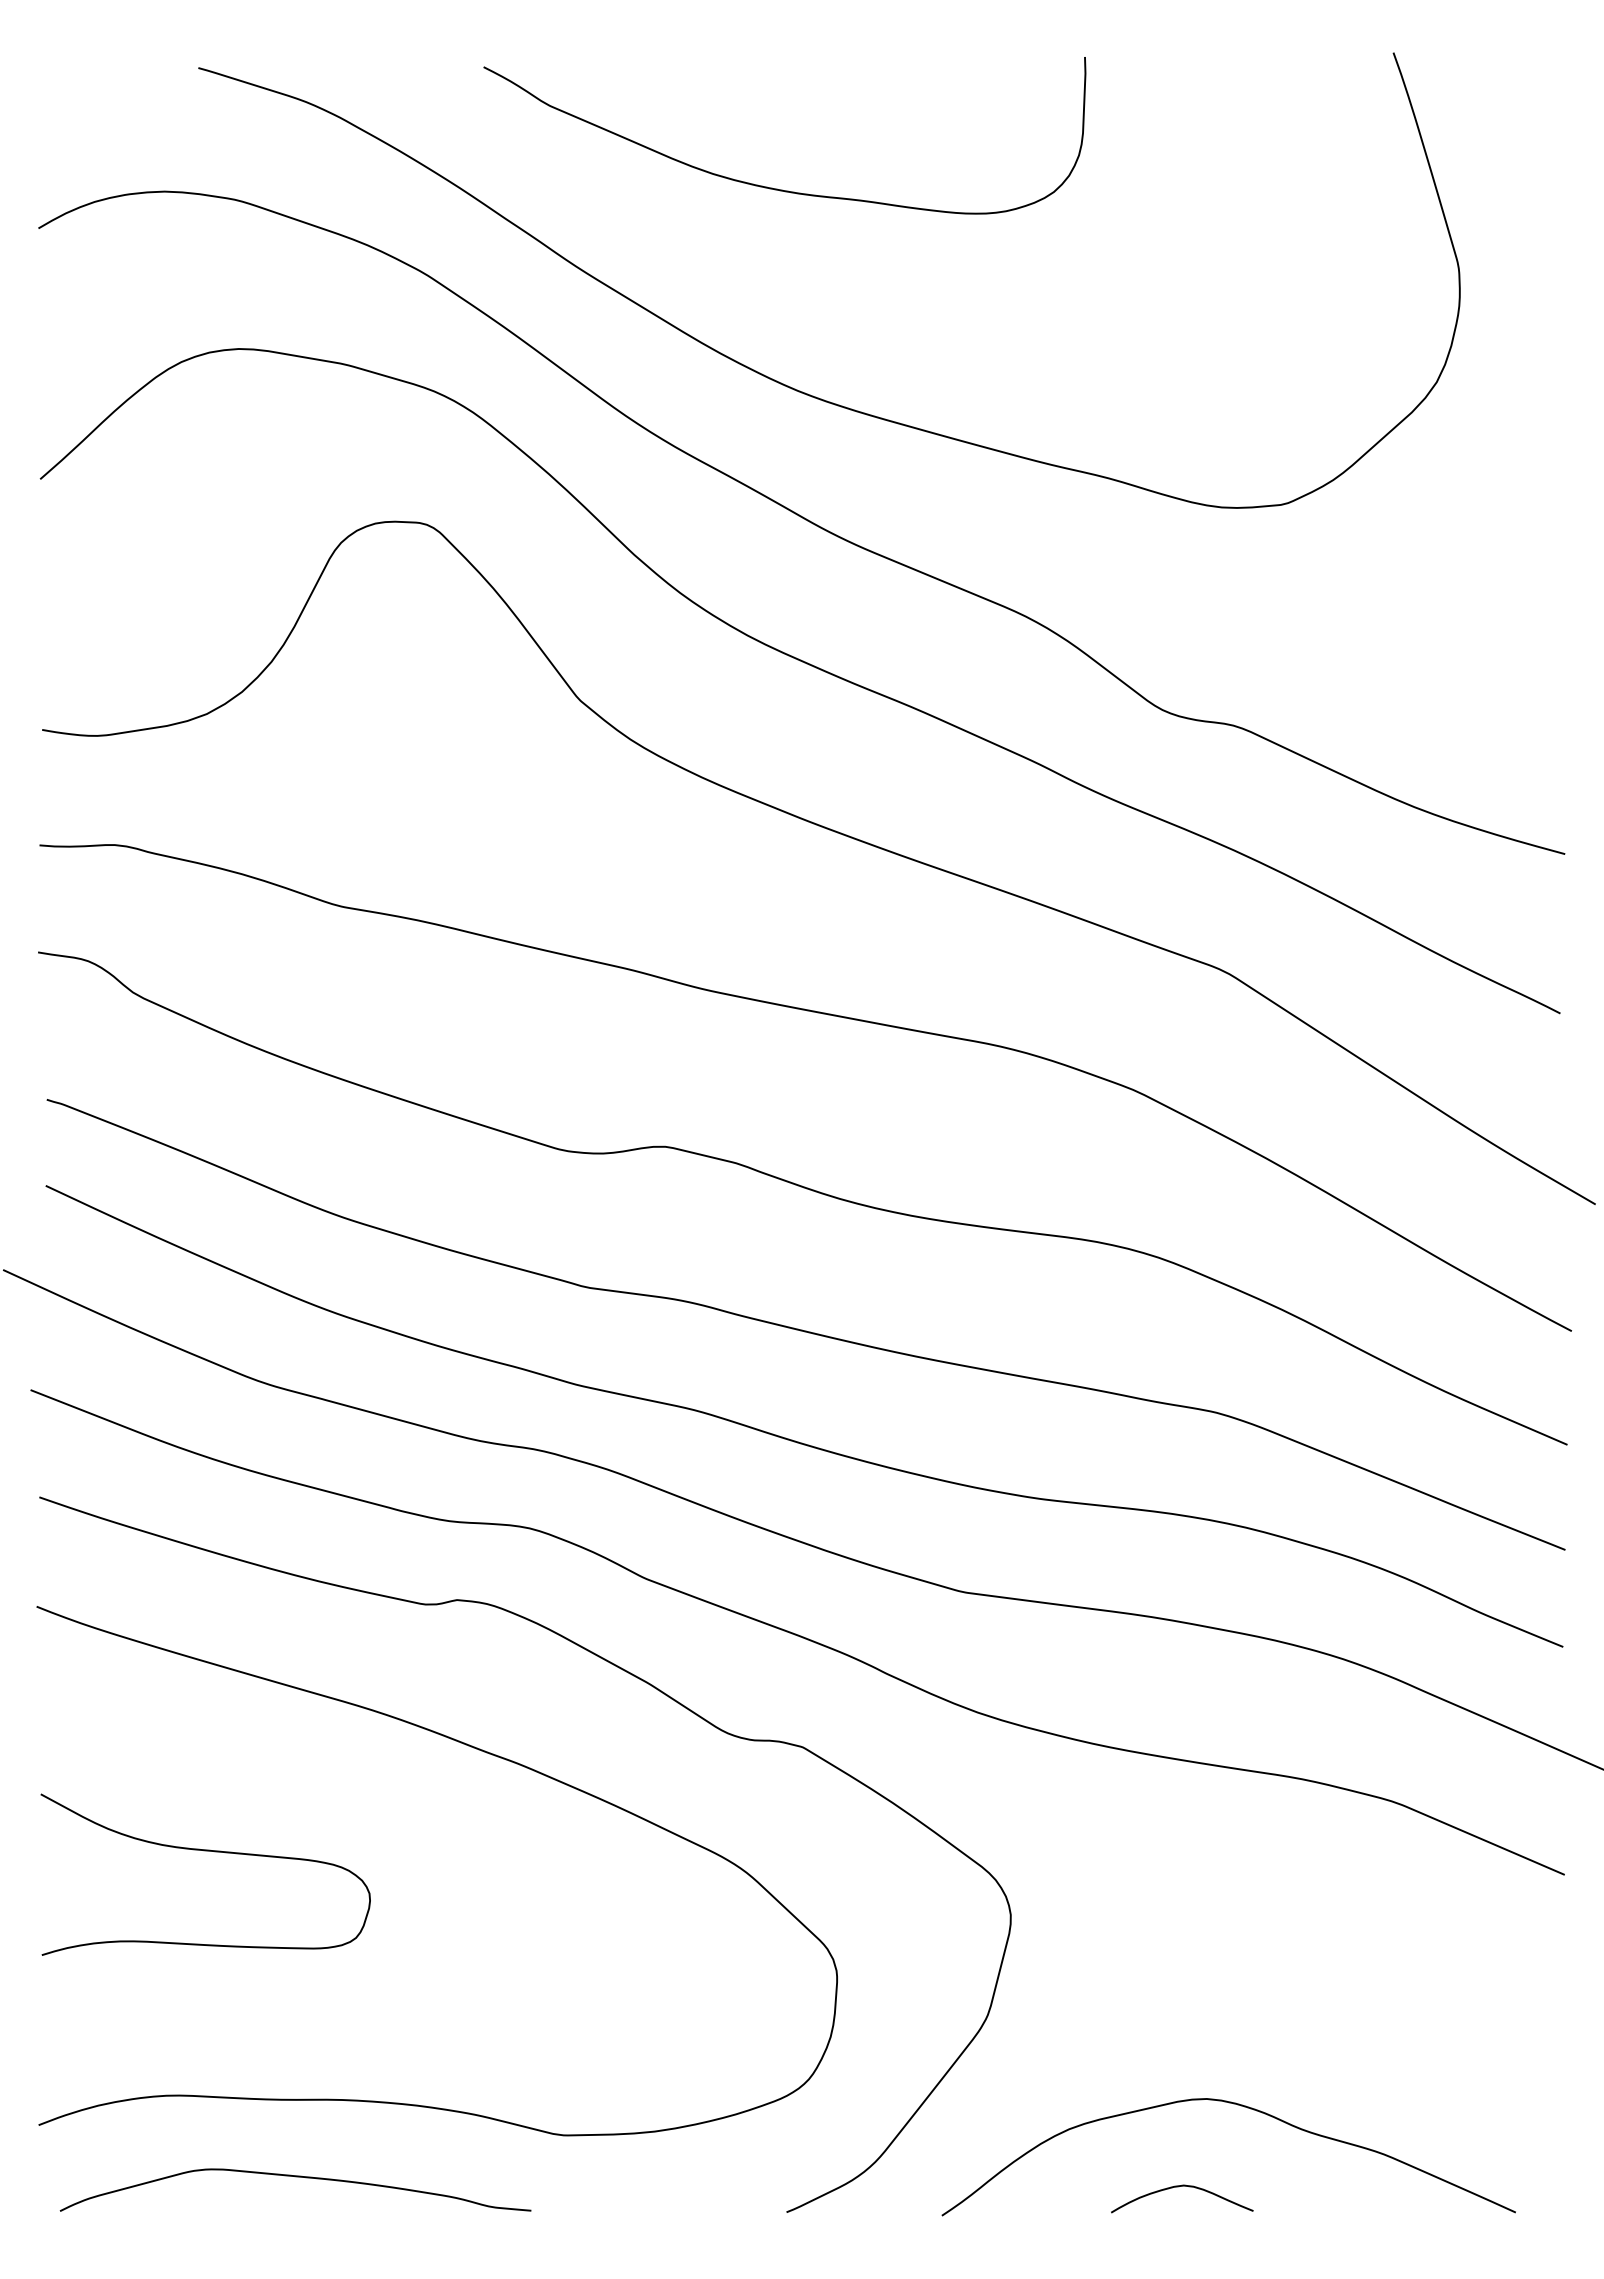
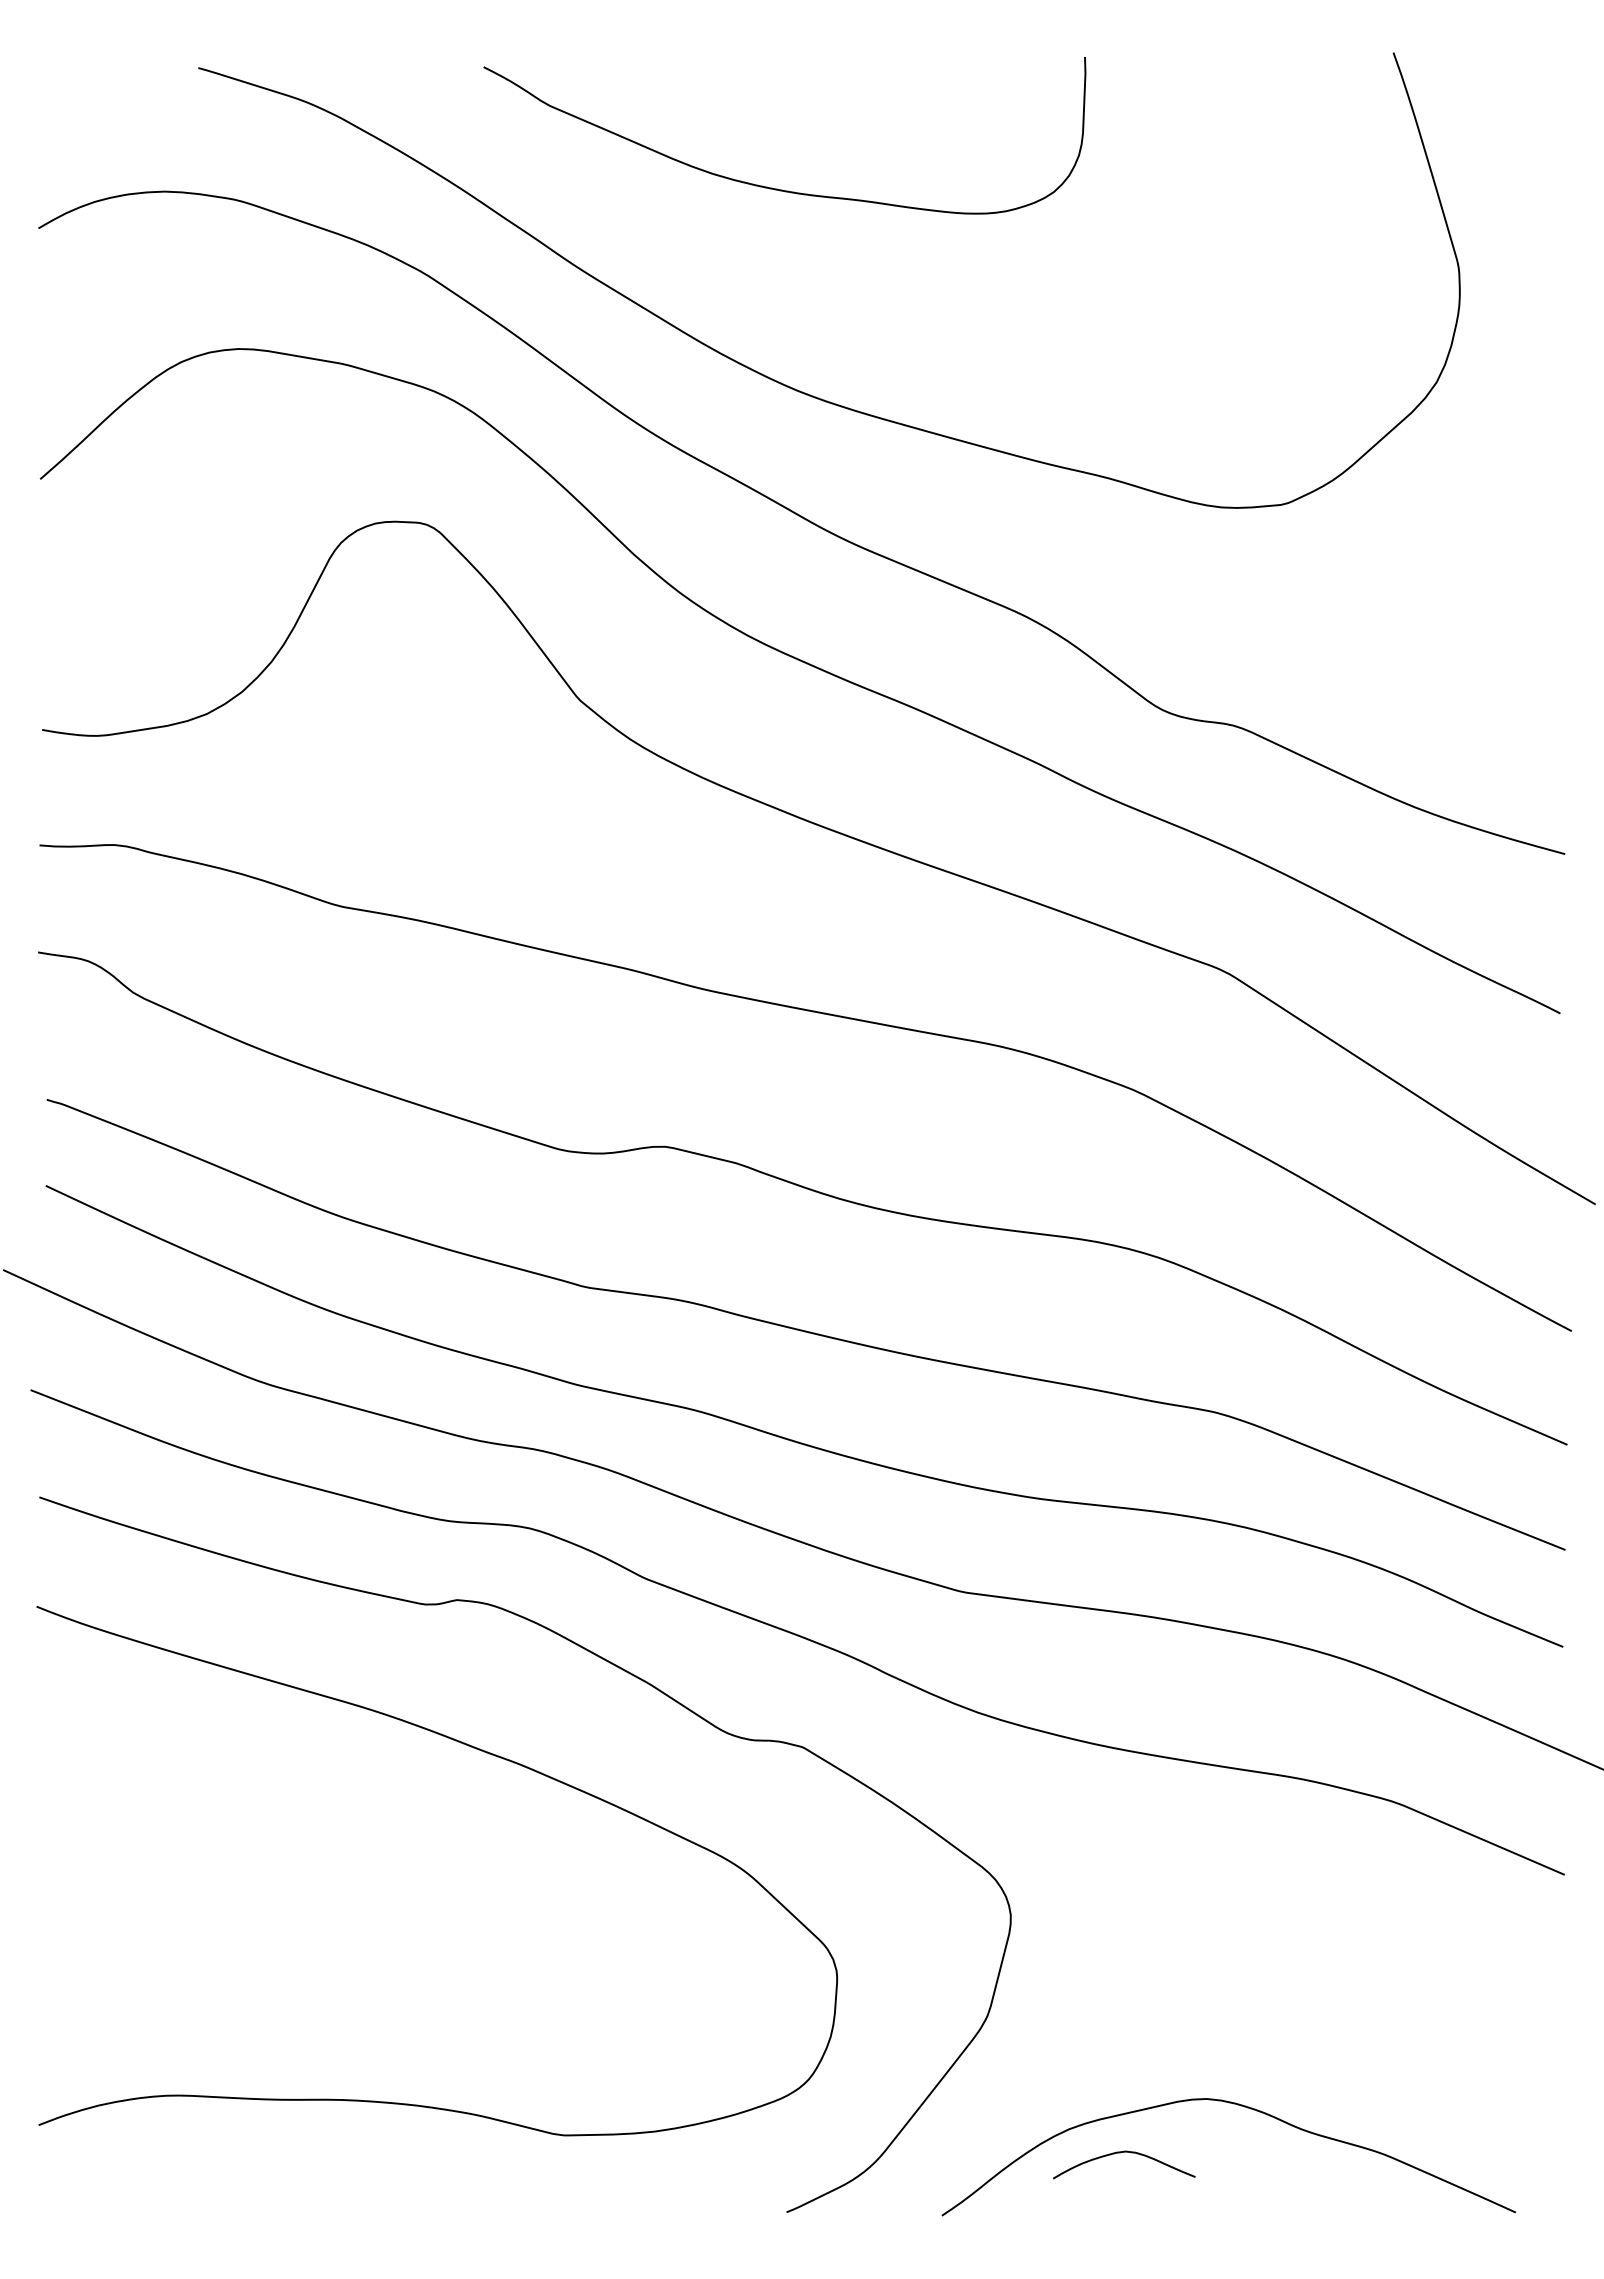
curve at (205, 1851): present -> none
curve at (295, 2177): present -> none
curve at (1178, 2187) position: (1178, 2187) -> (1120, 2153)
